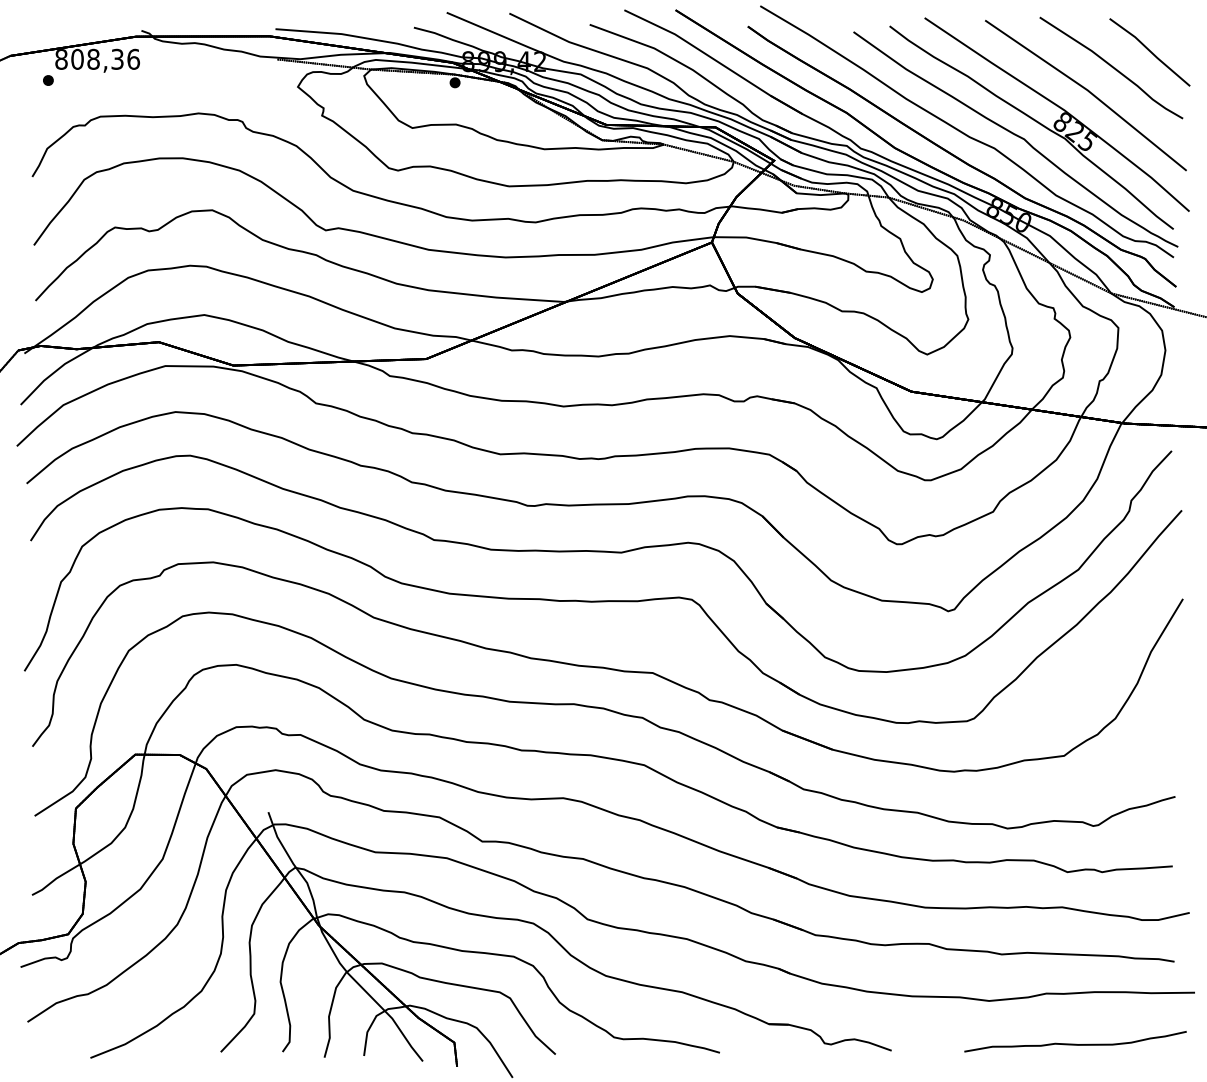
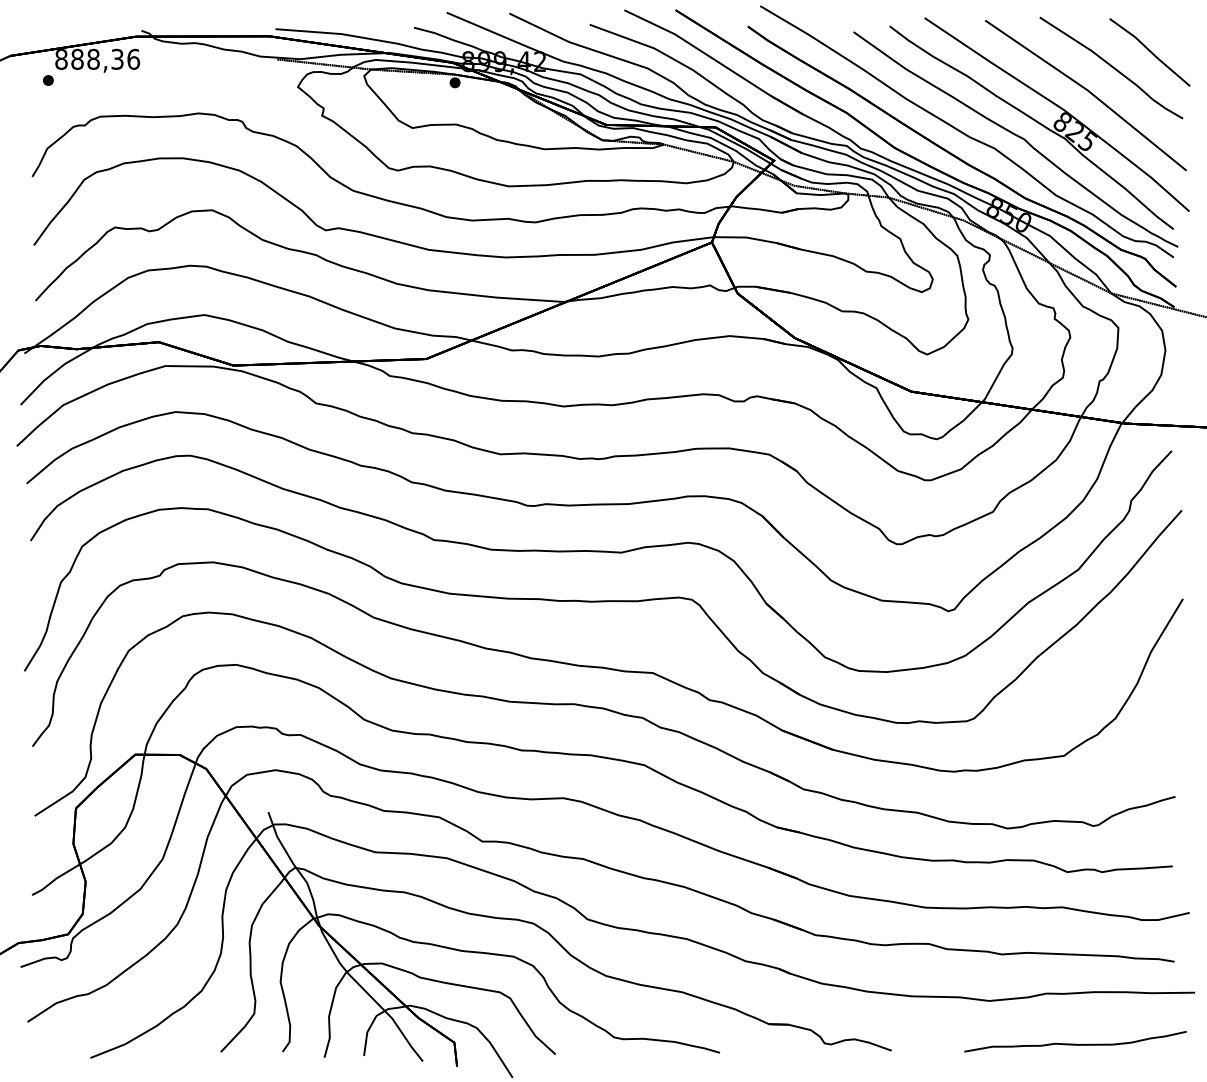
text at (77, 59): 808,36 -> 888,36
